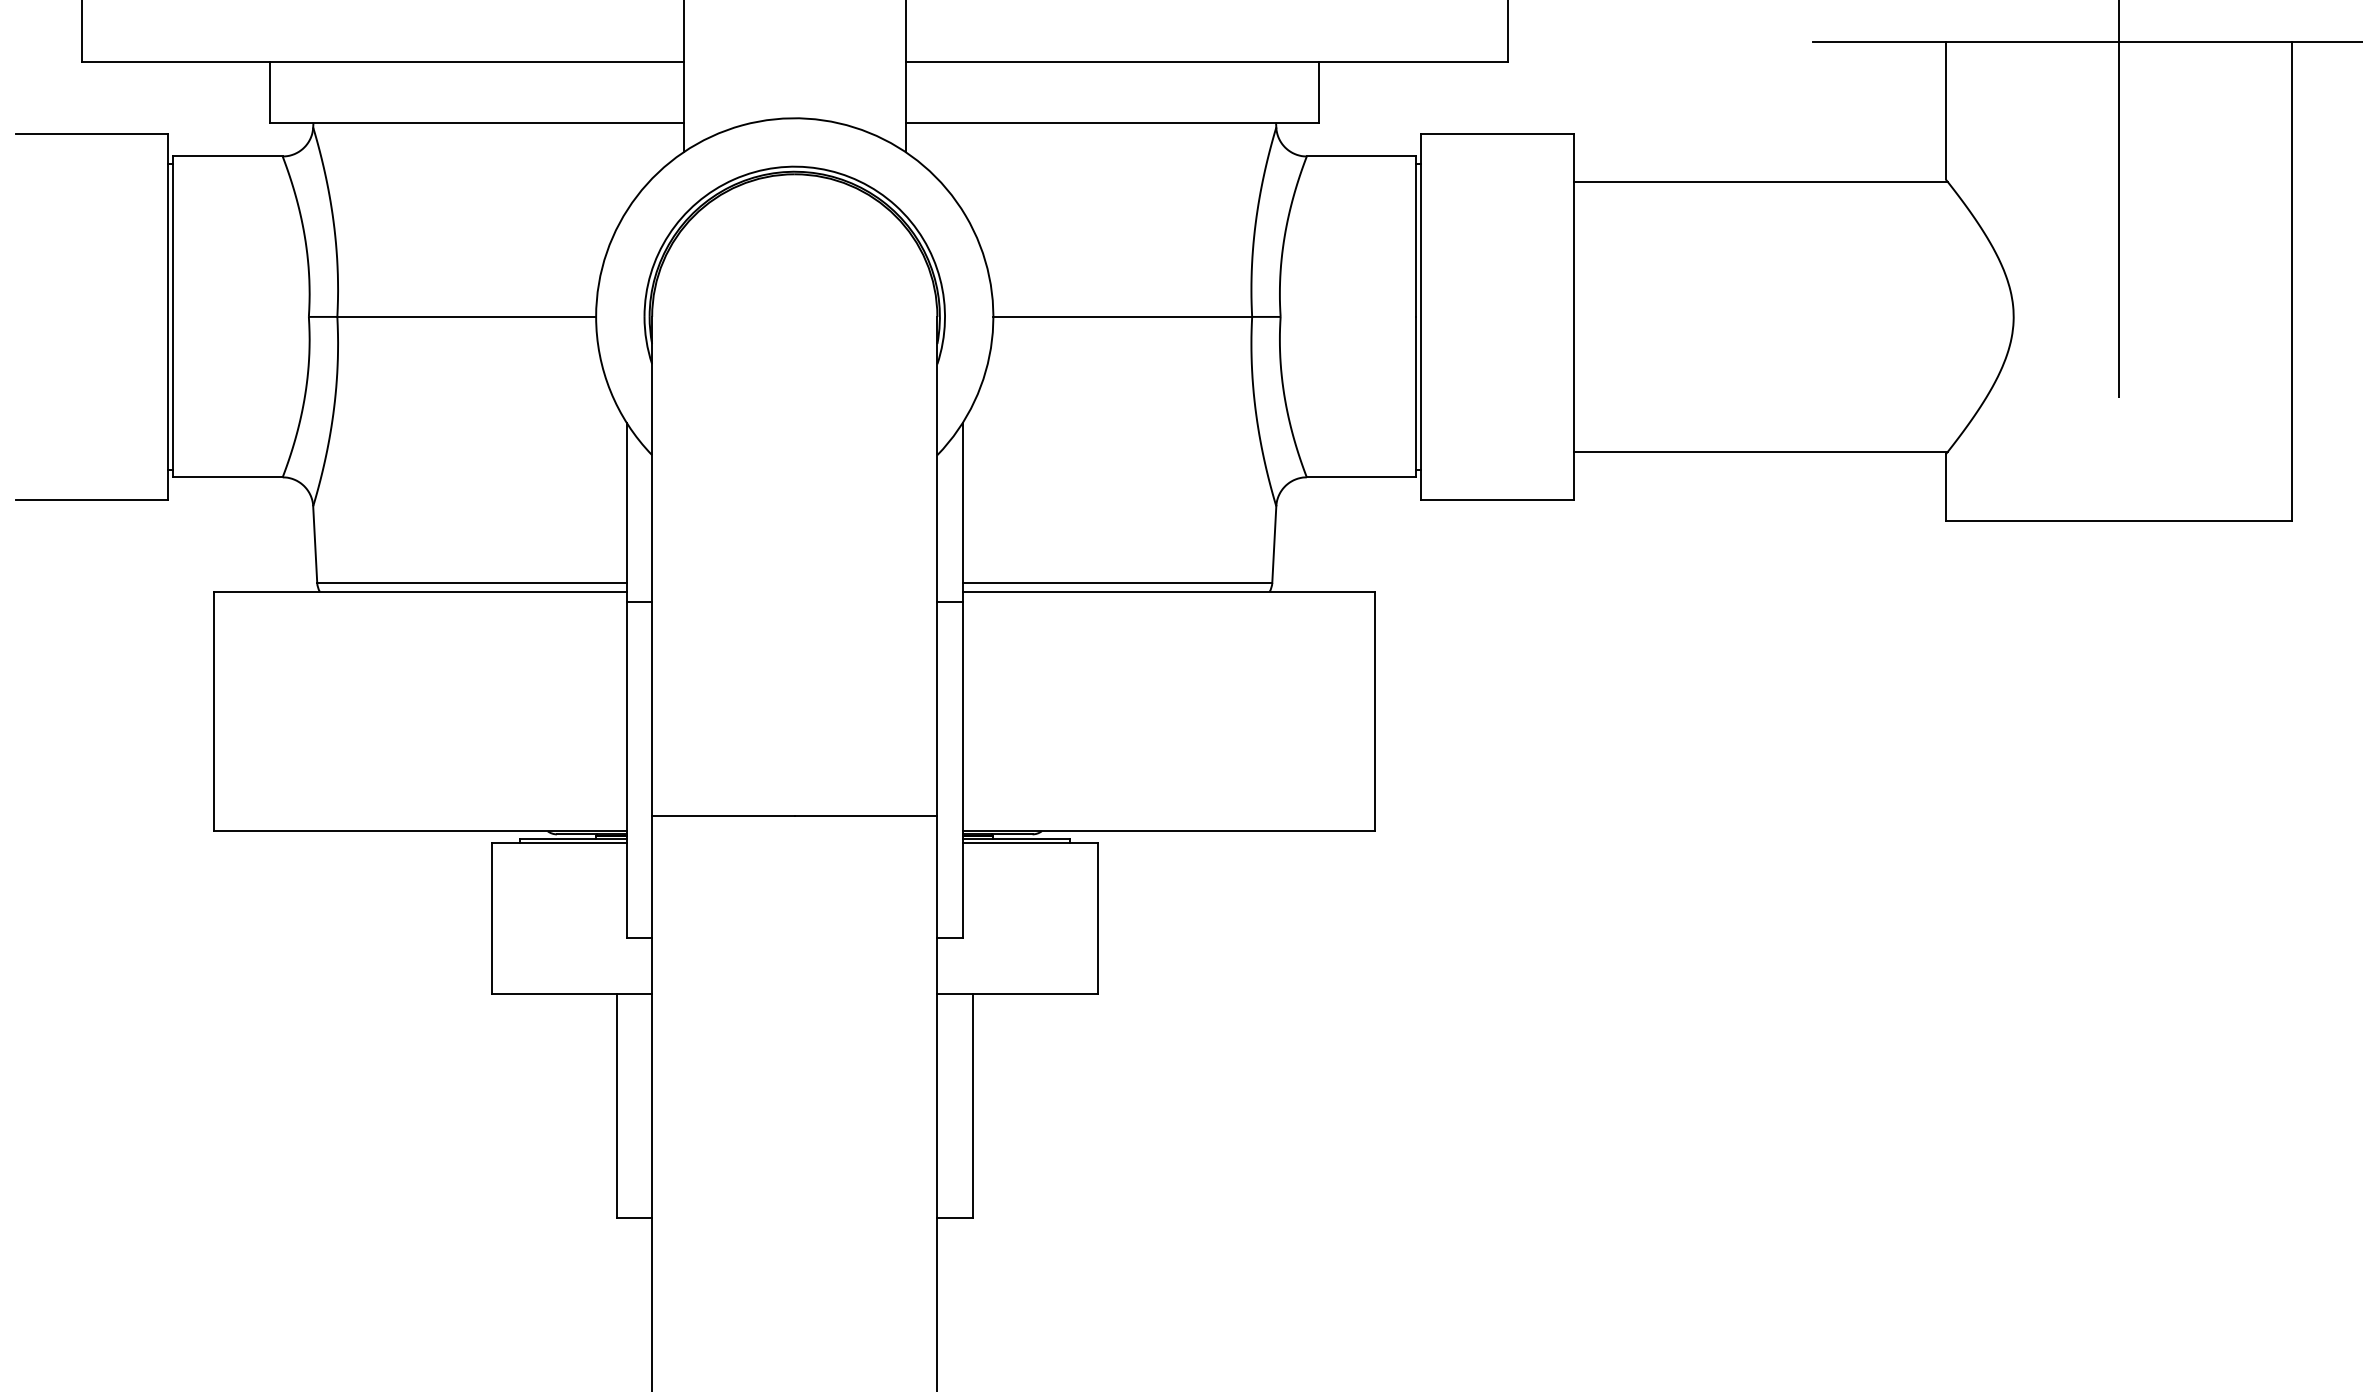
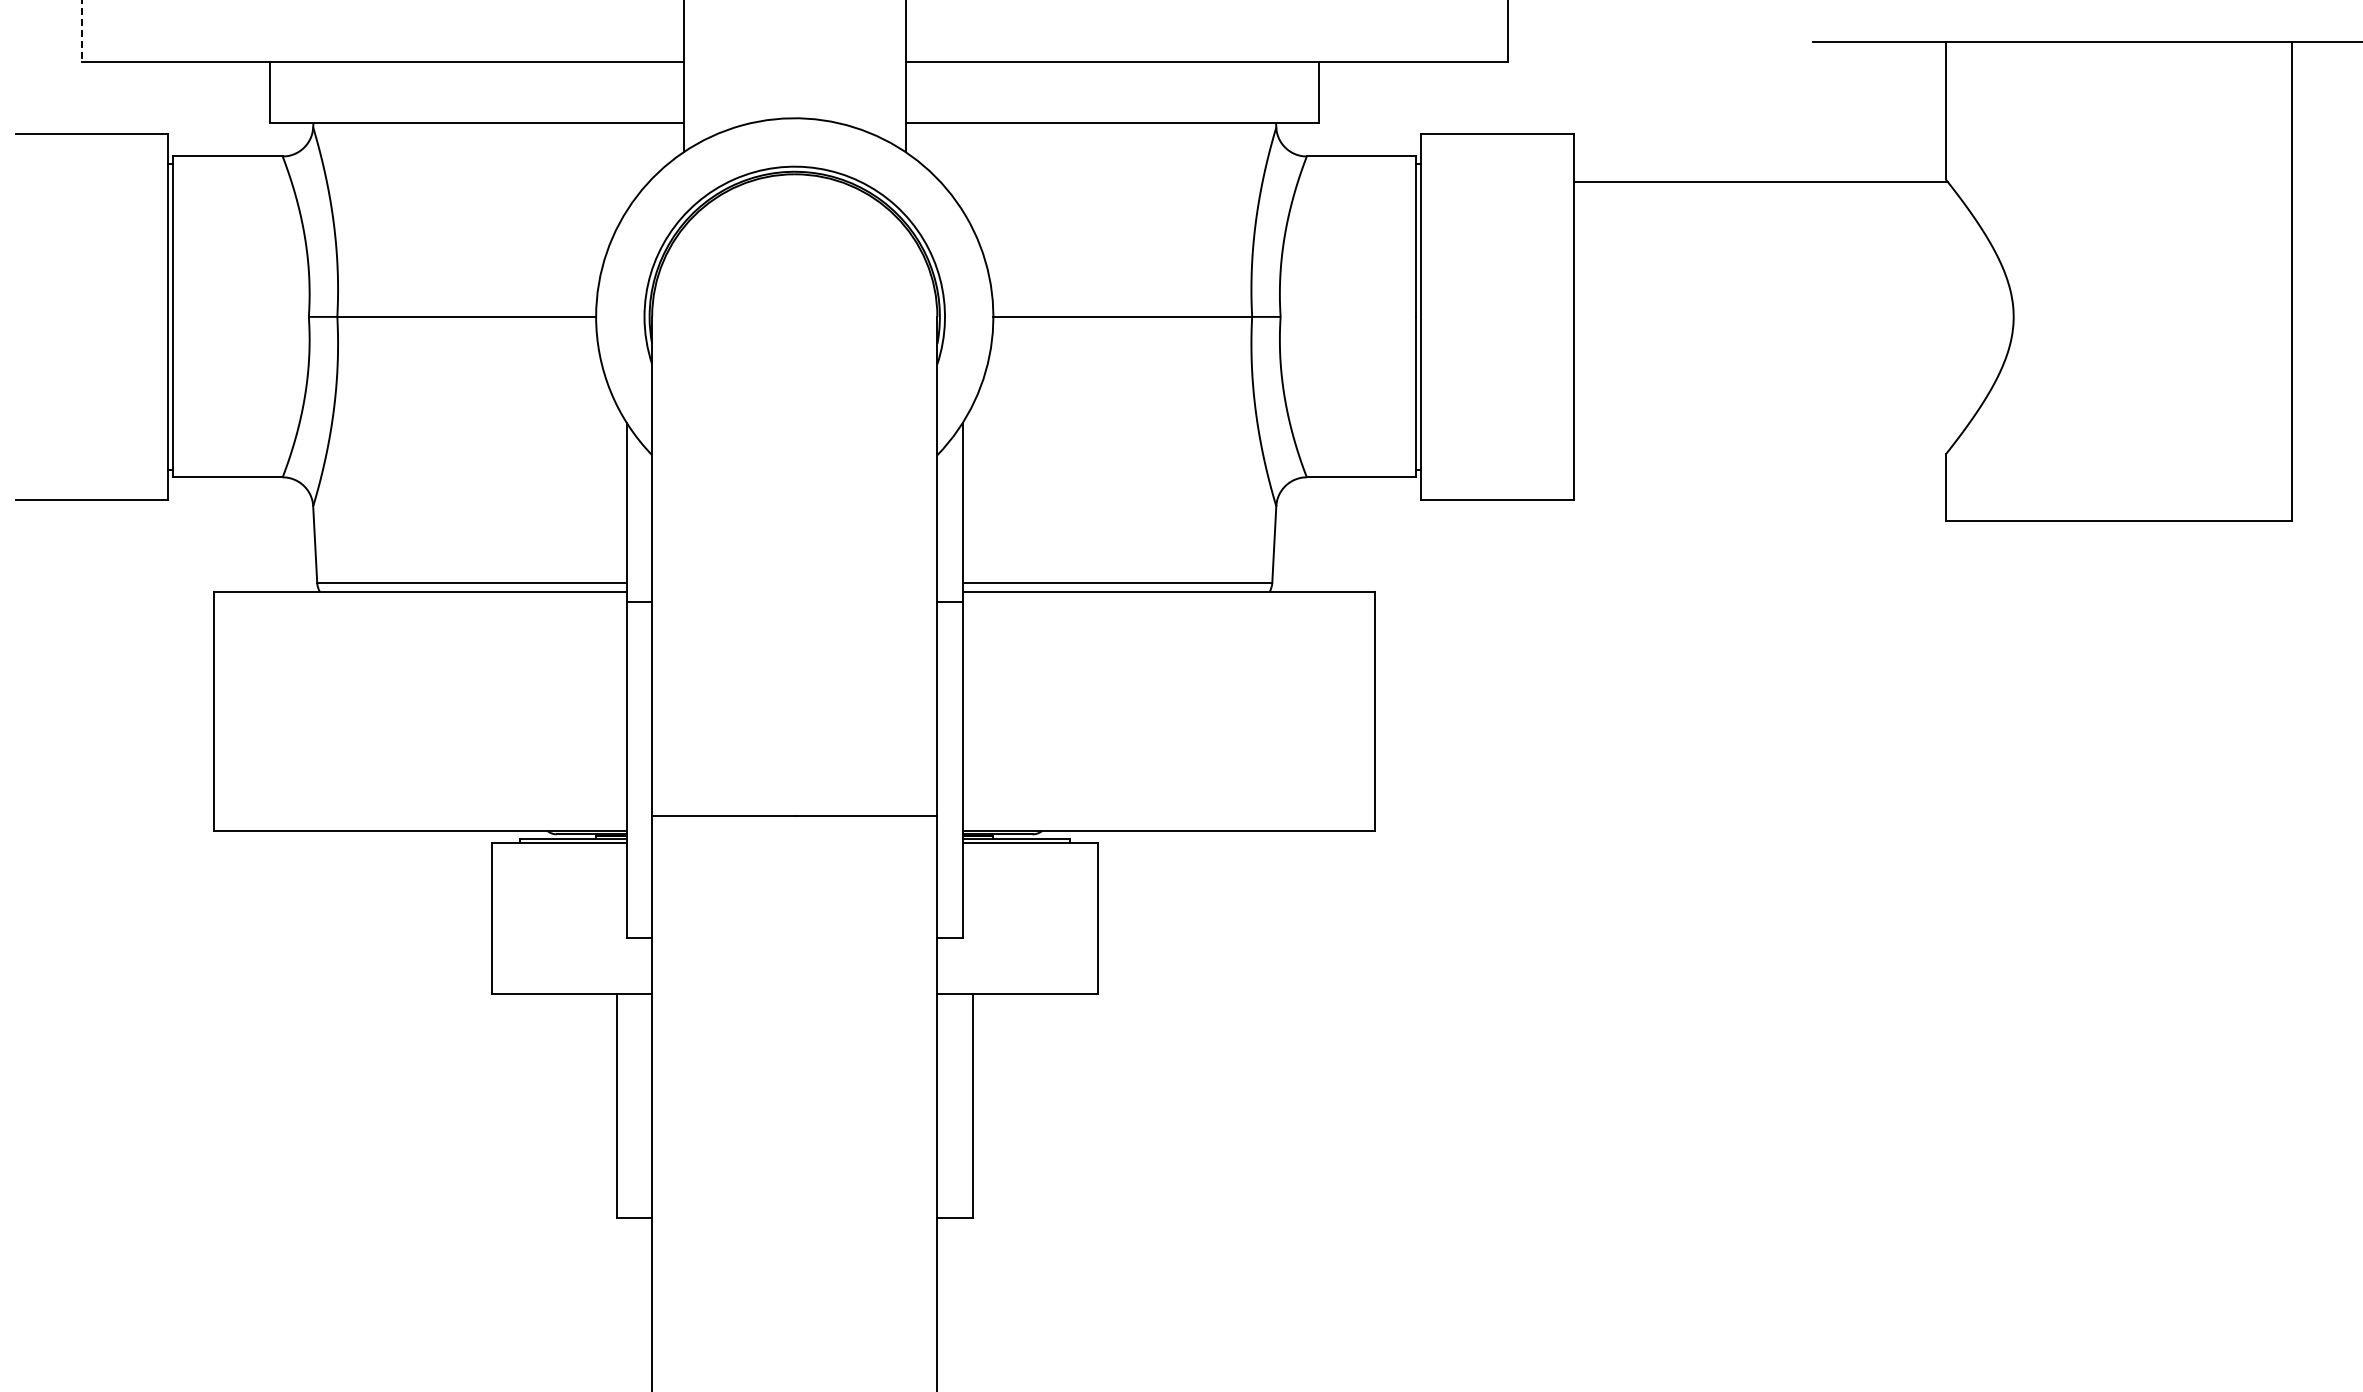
line at (81, 31): solid -> dashed
line at (2118, 200): present -> none
line at (1760, 451): present -> none
